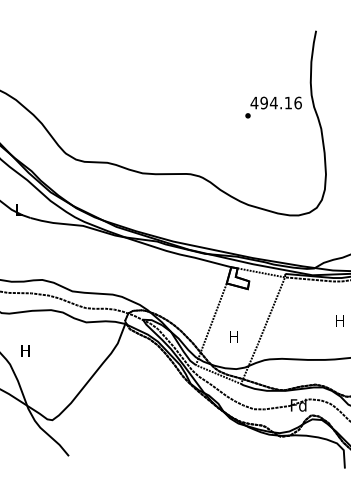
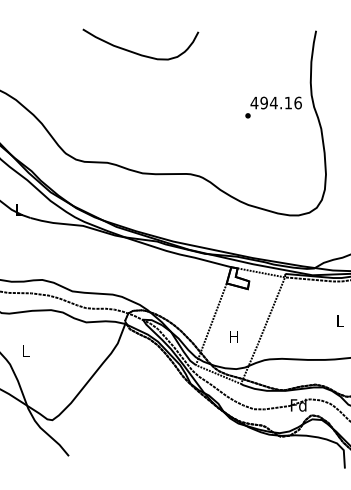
curve at (136, 52): none -> present
text at (339, 320): H -> L
text at (25, 350): H -> L
